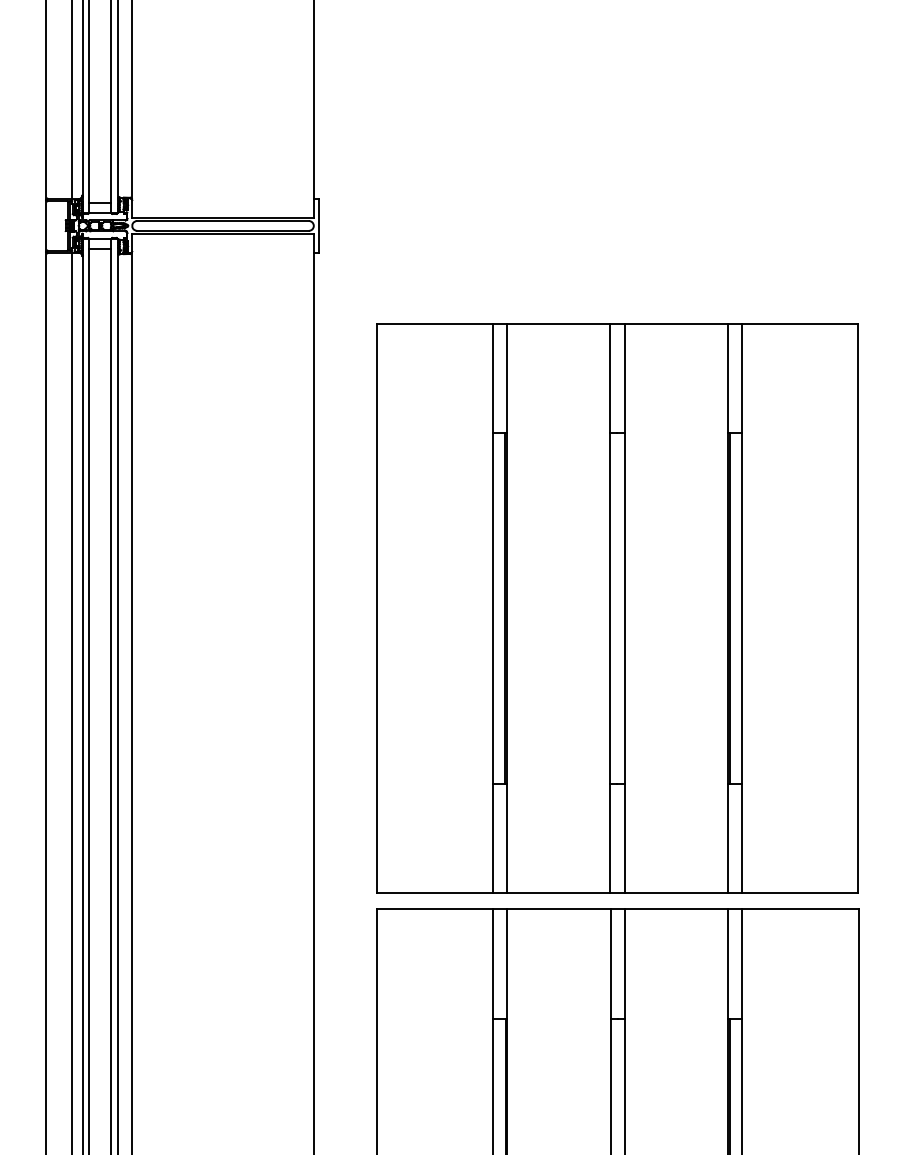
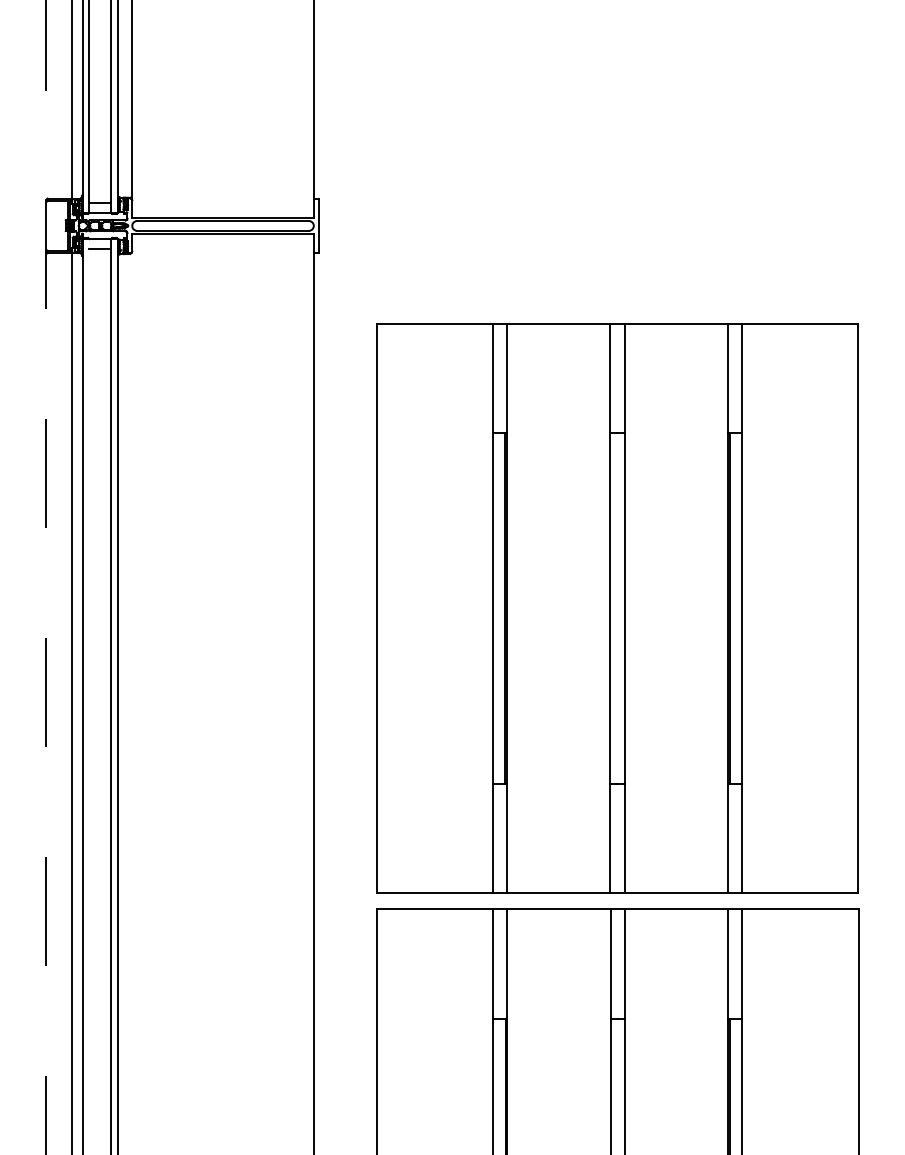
line at (46, 578): solid -> dashed
line at (89, 695): present -> none
line at (132, 701): present -> none
